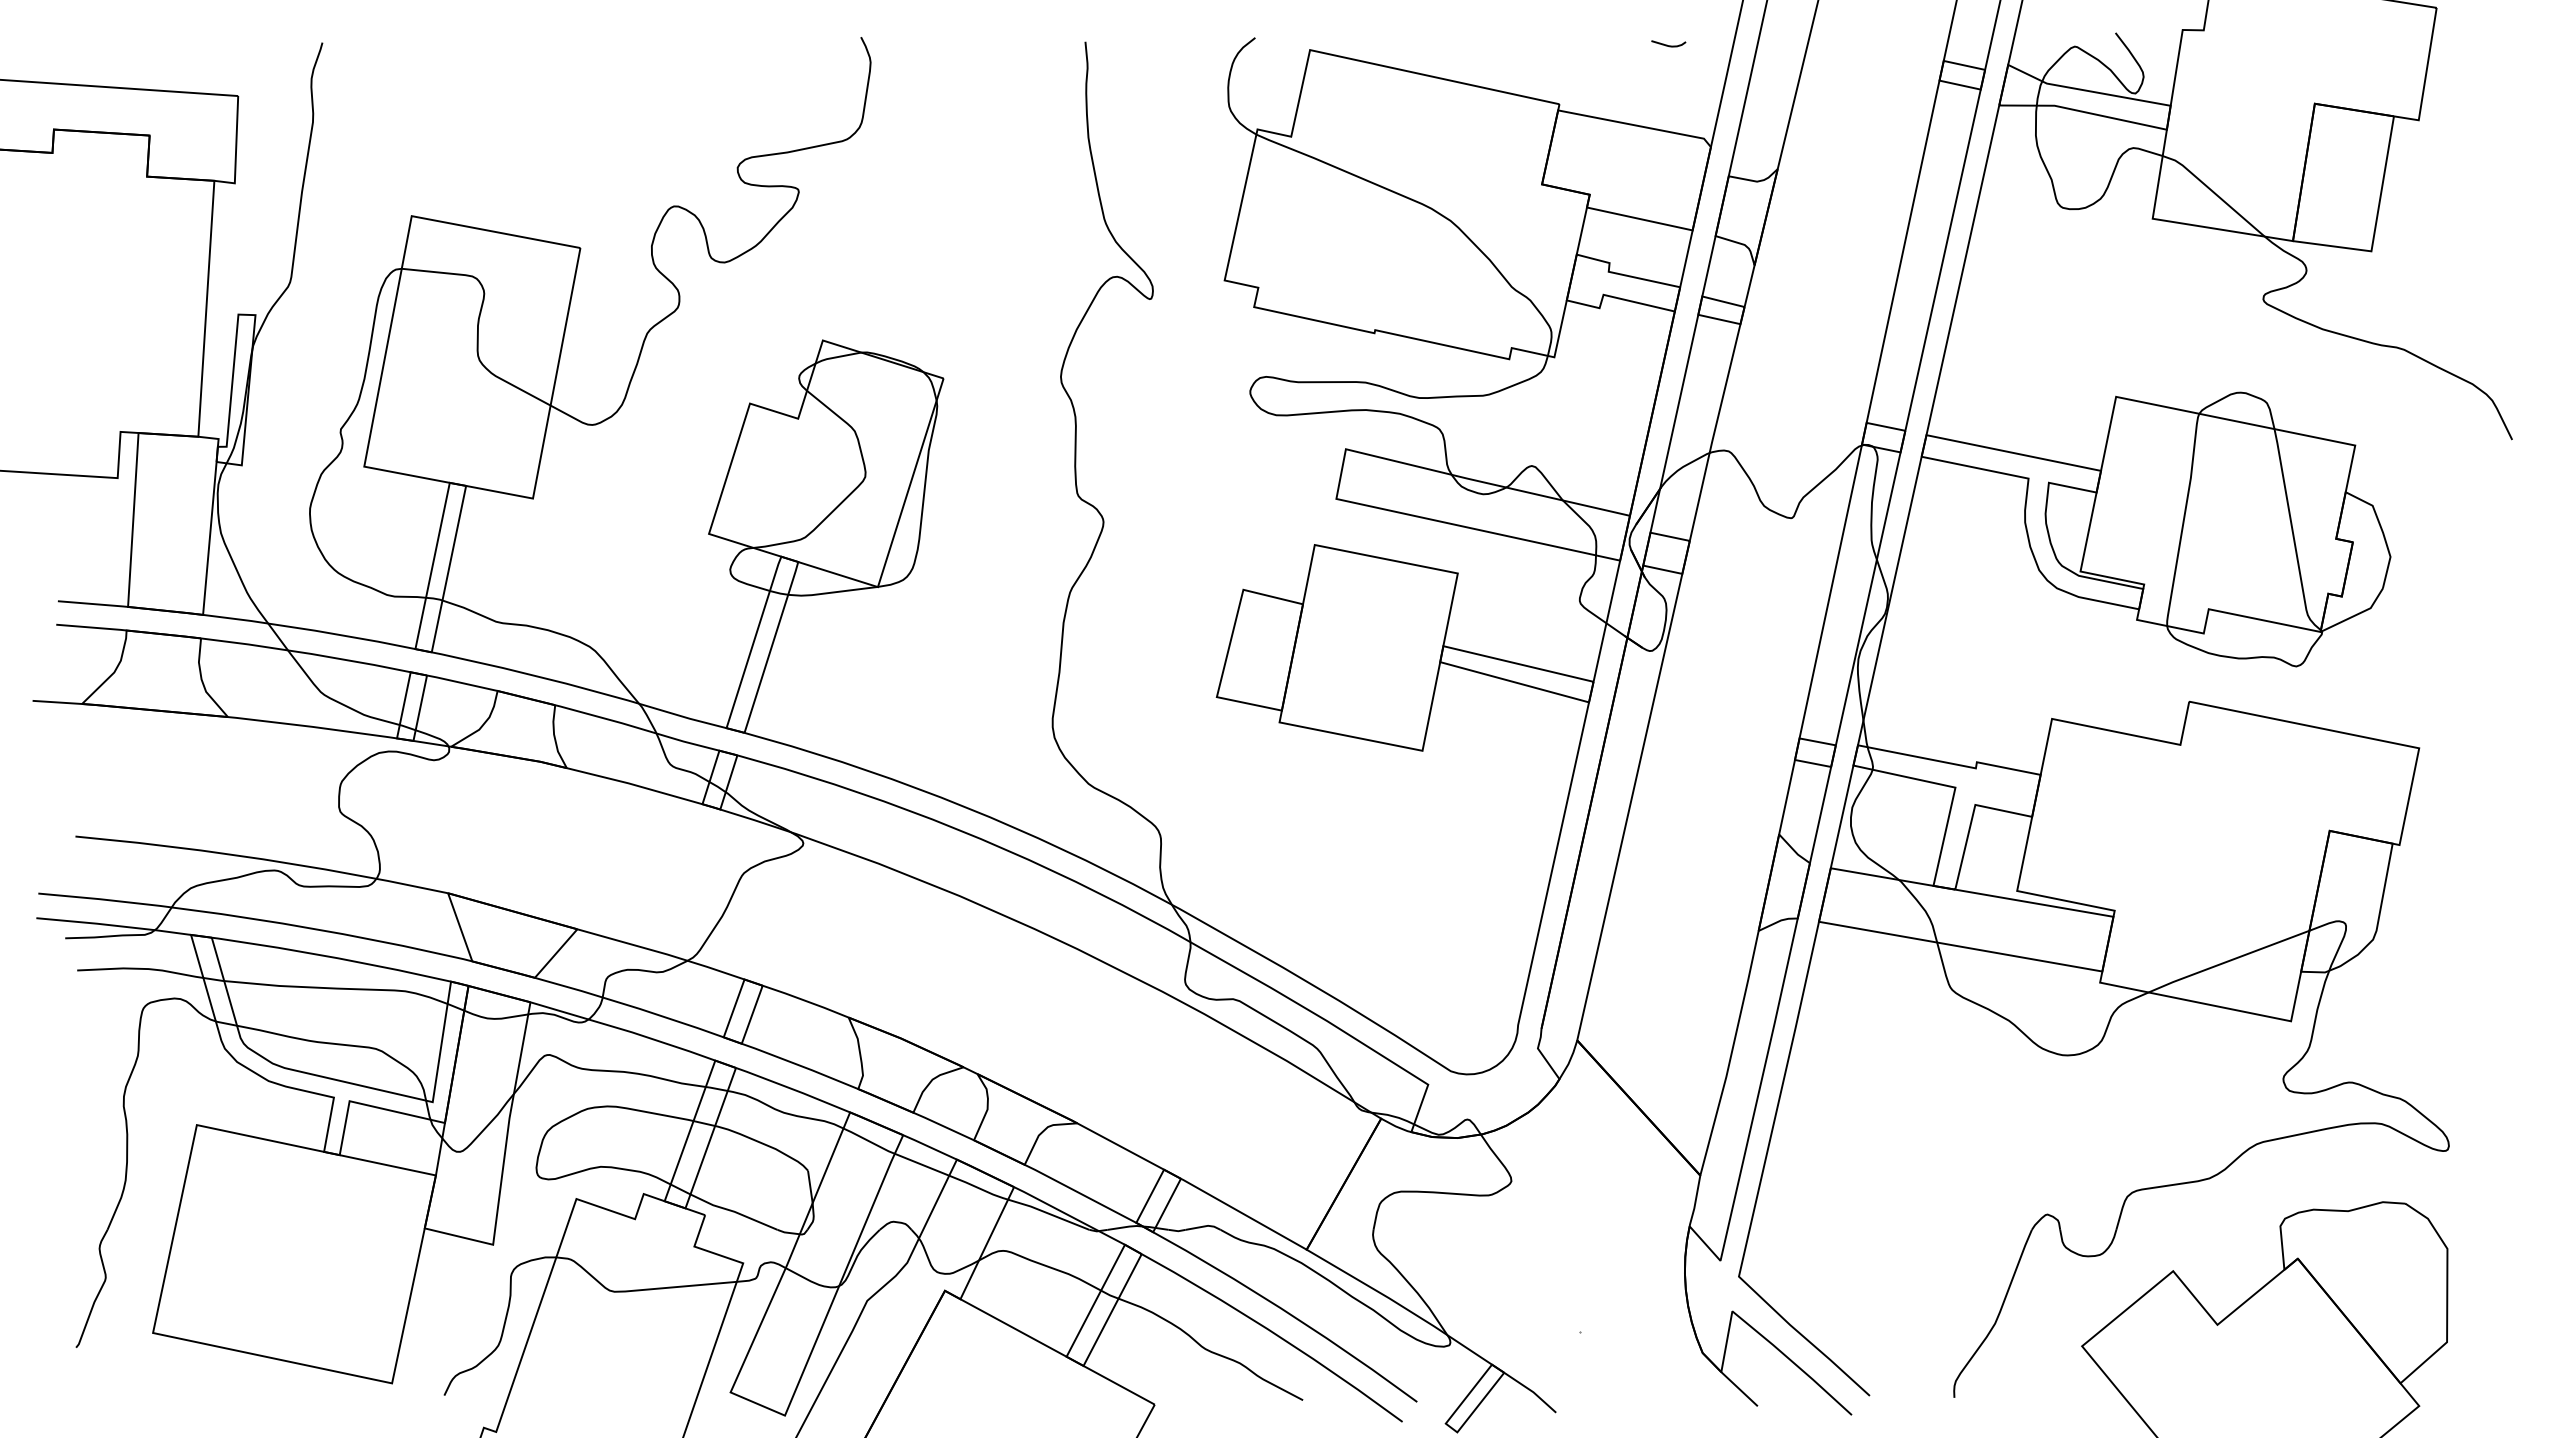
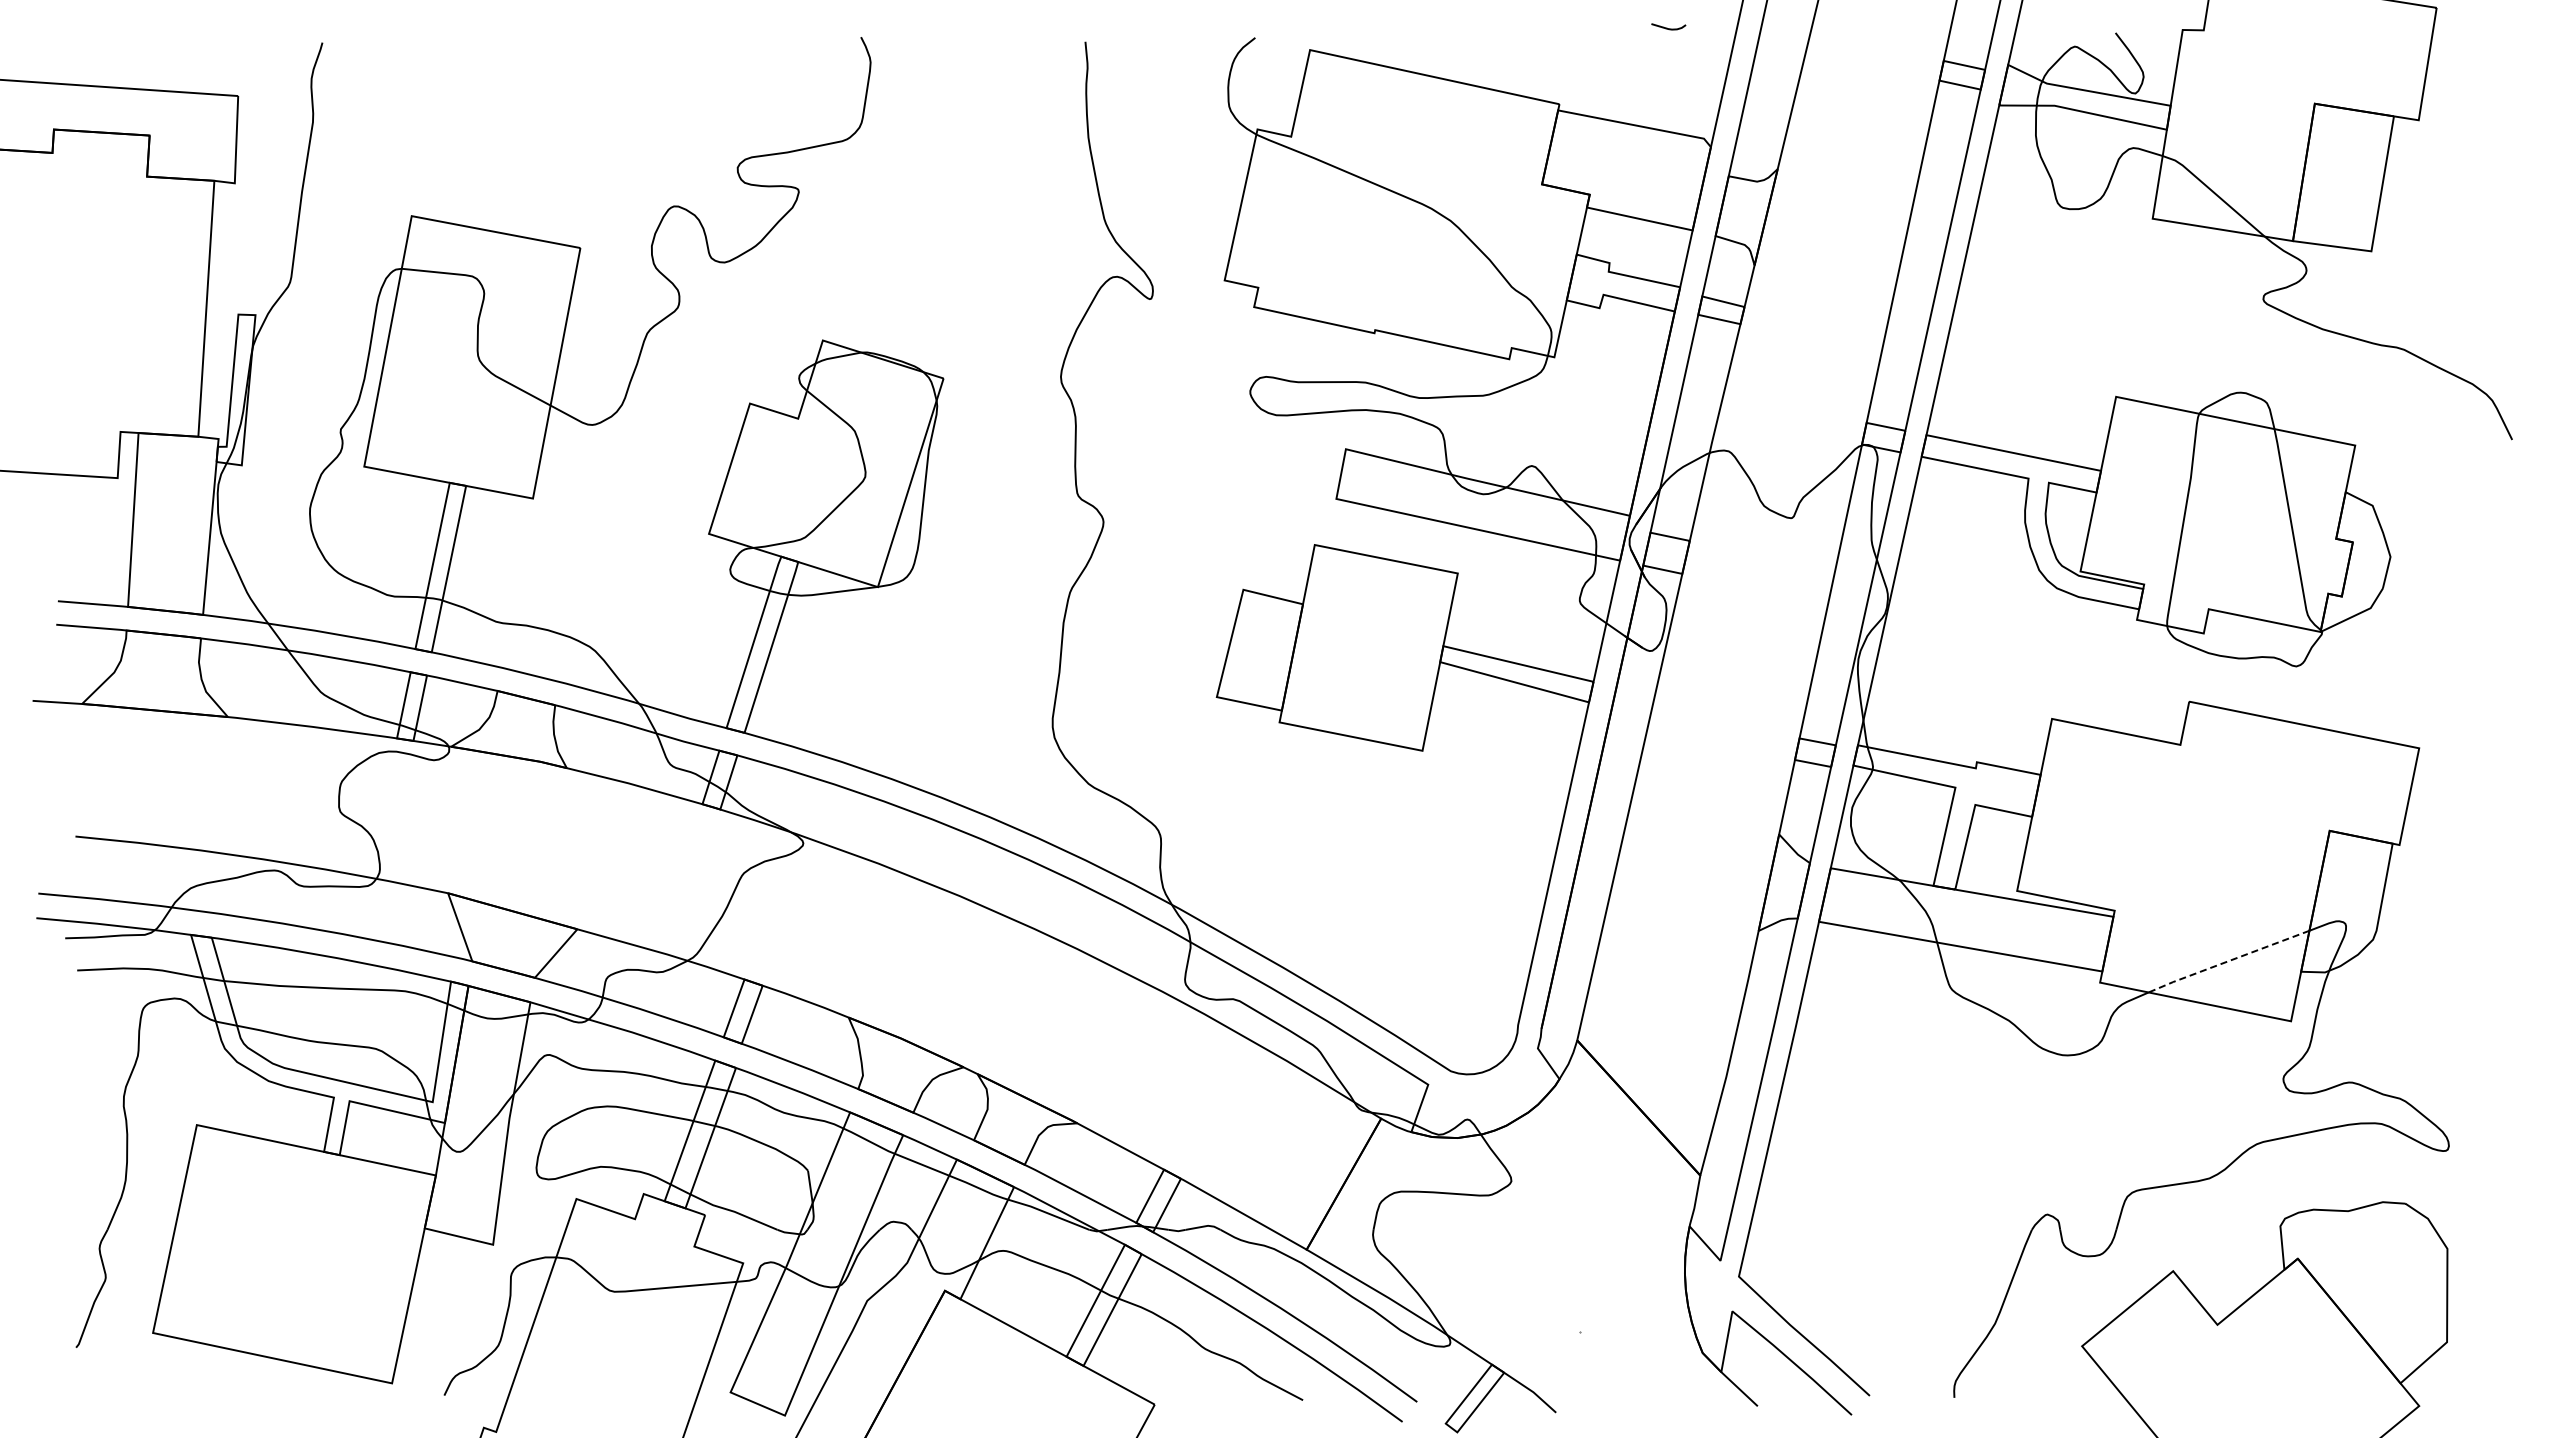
curve at (1667, 44) position: (1667, 44) -> (1667, 27)
line at (2228, 961): solid -> dashed
